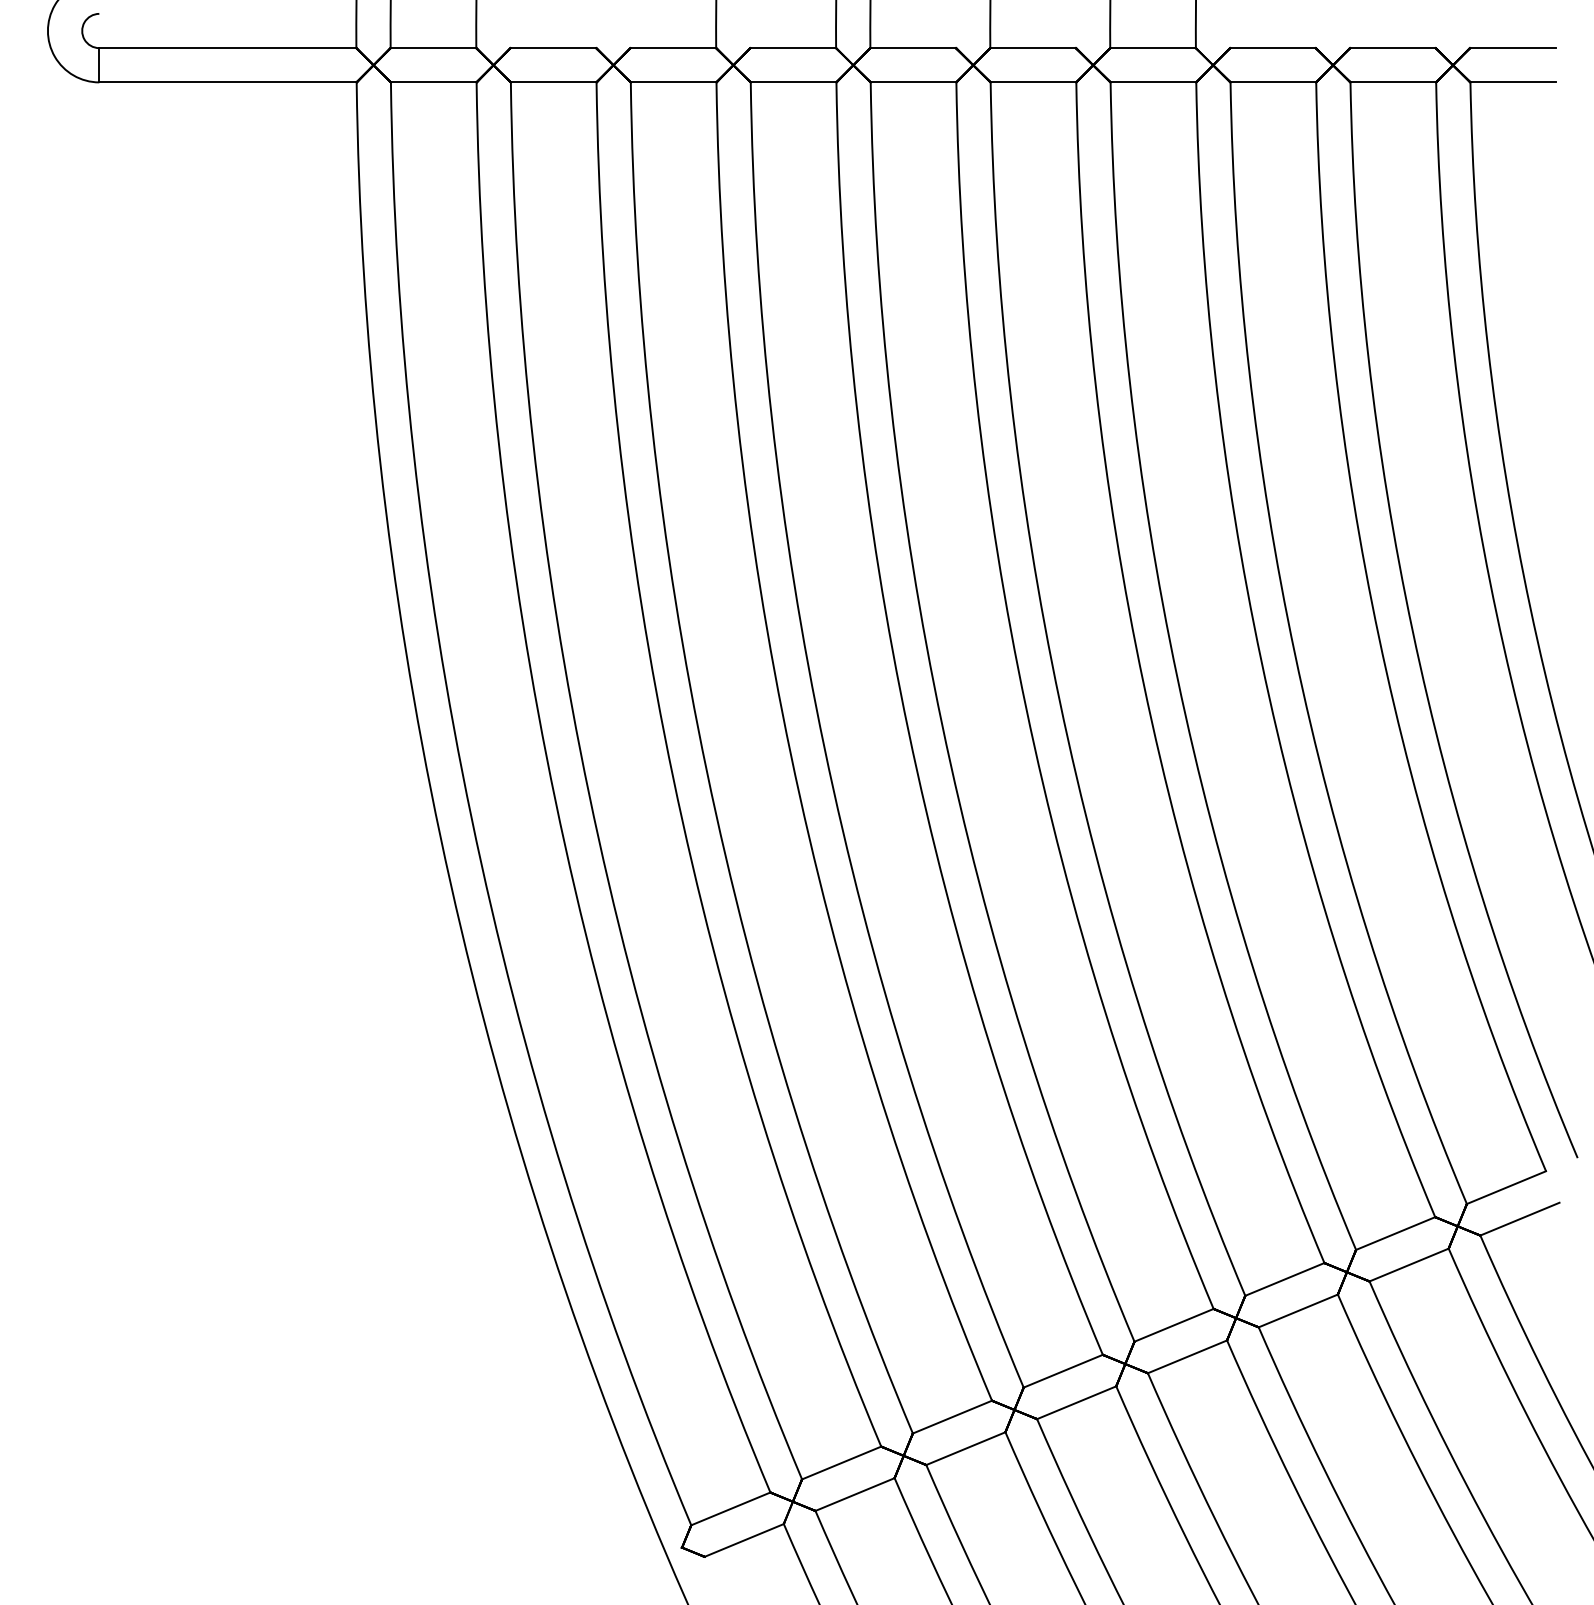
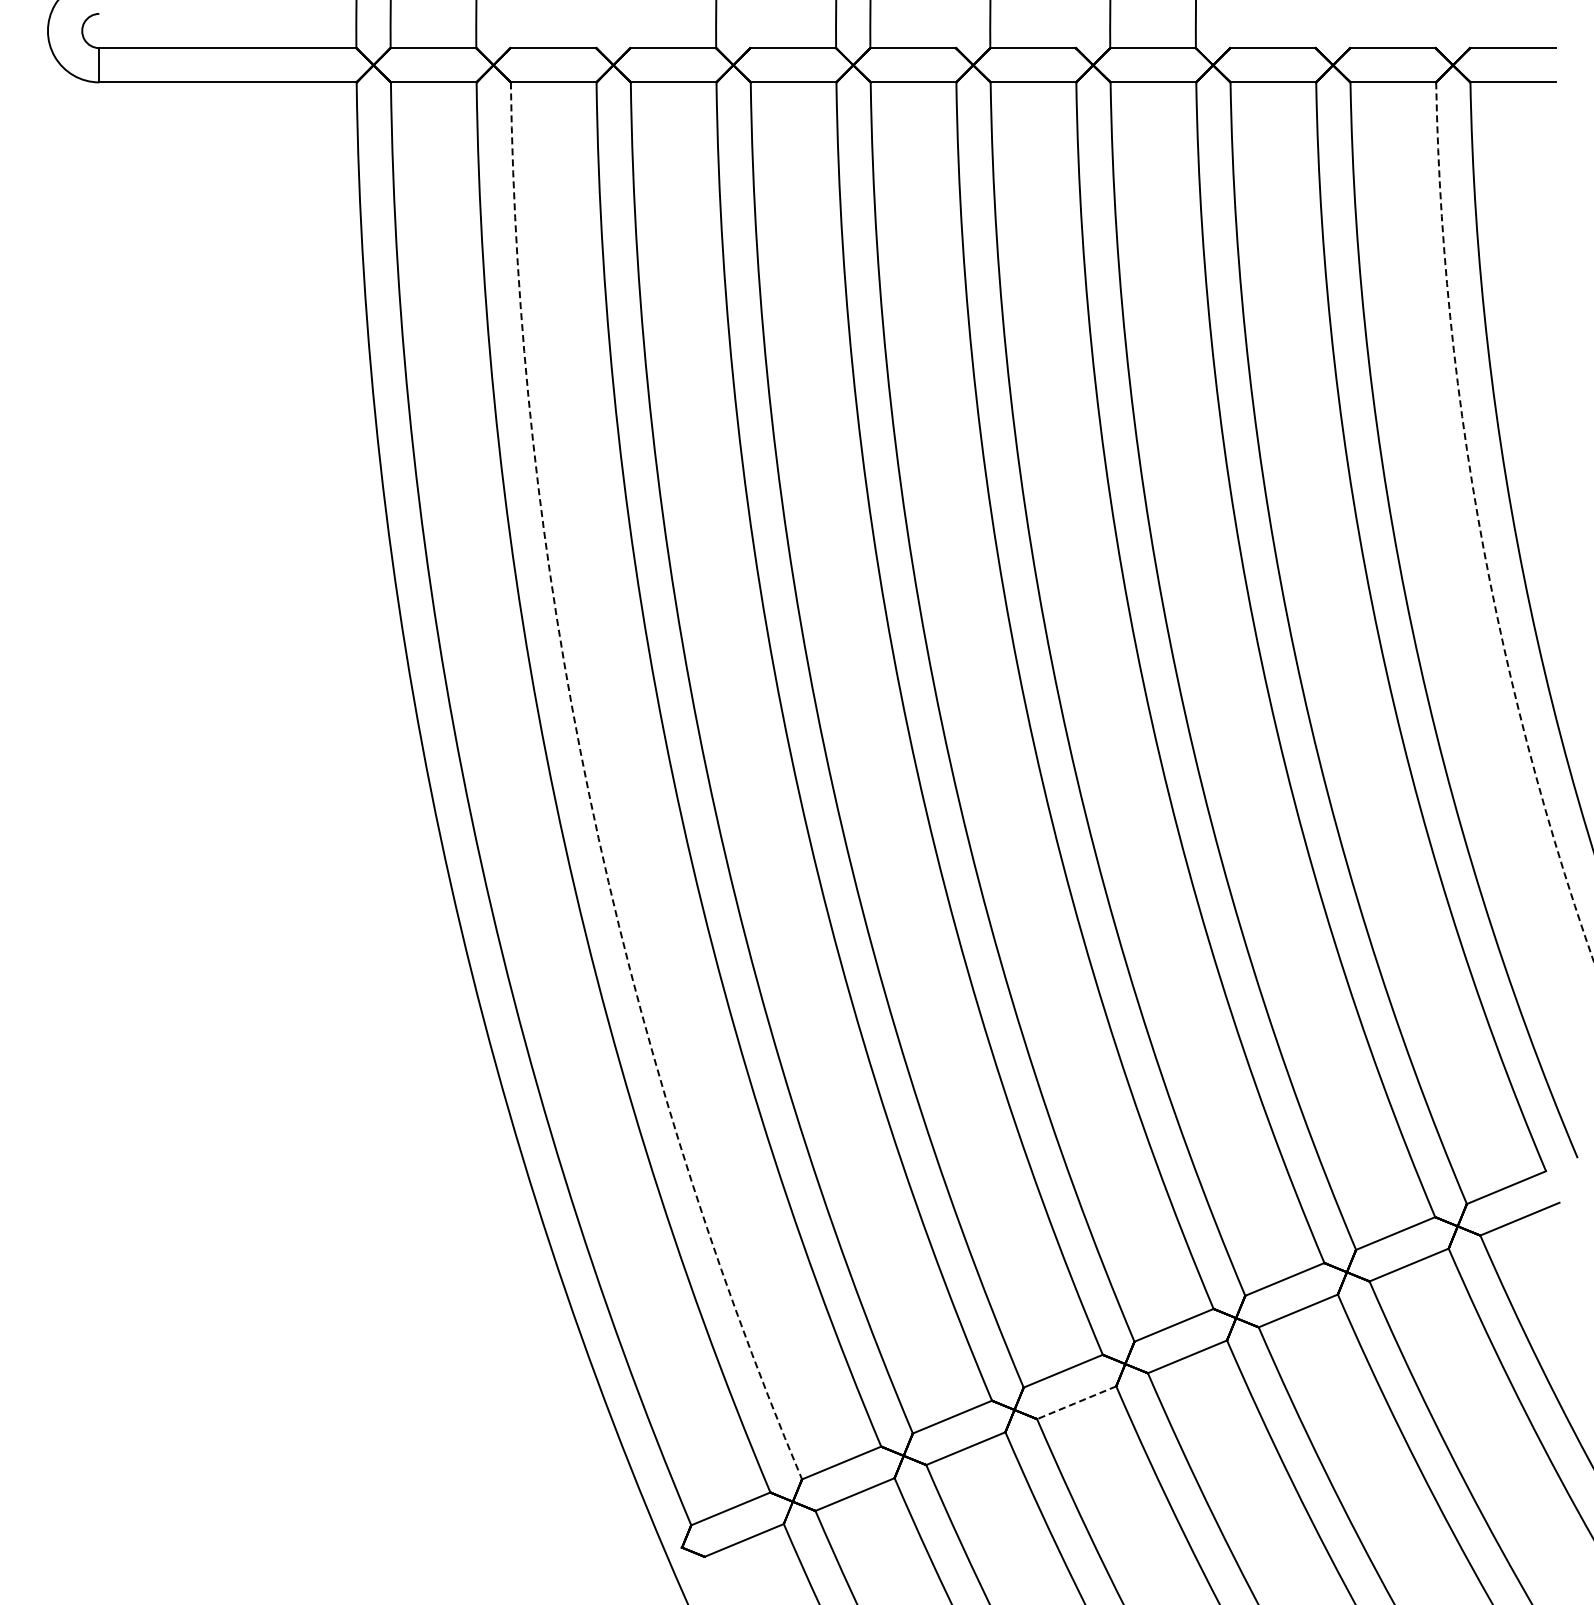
arc at (1480, 528): solid -> dashed
arc at (589, 794): solid -> dashed
line at (1076, 1402): solid -> dashed
